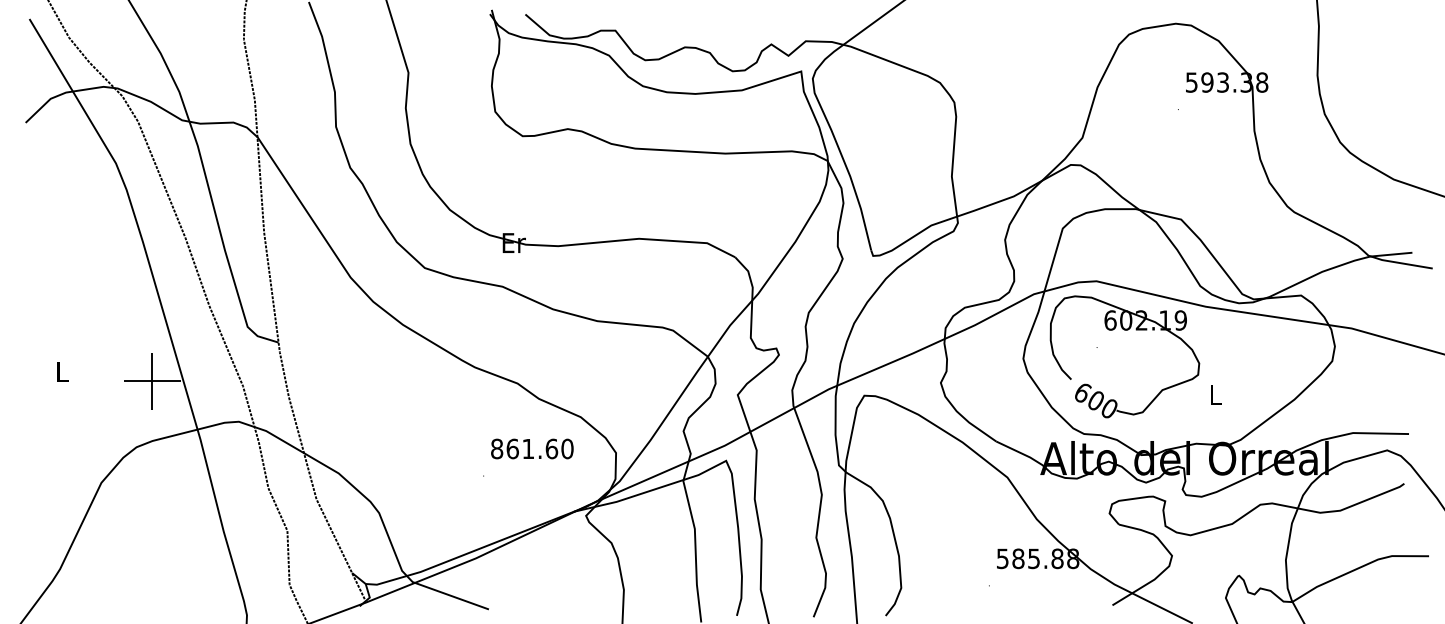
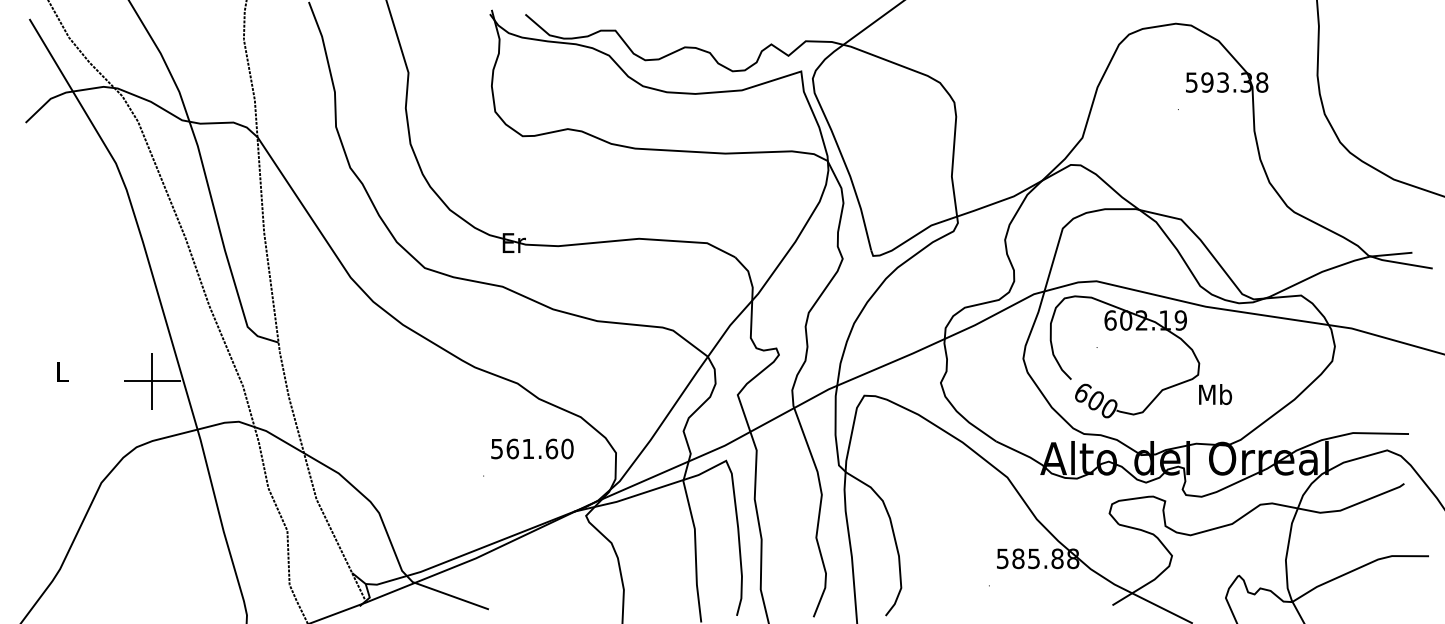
text at (1215, 394): L -> Mb
text at (497, 448): 861.60 -> 561.60
